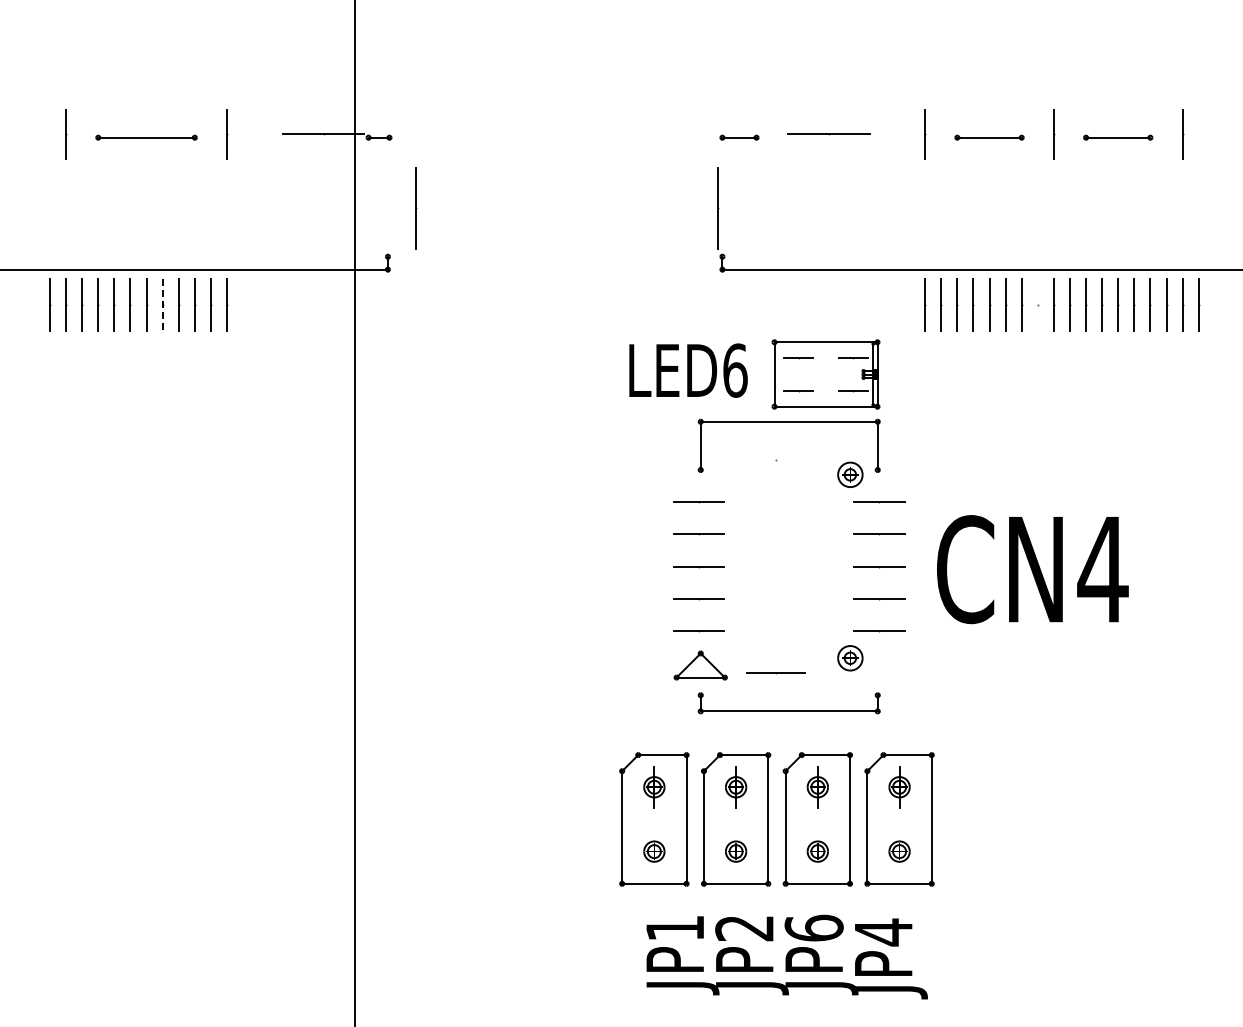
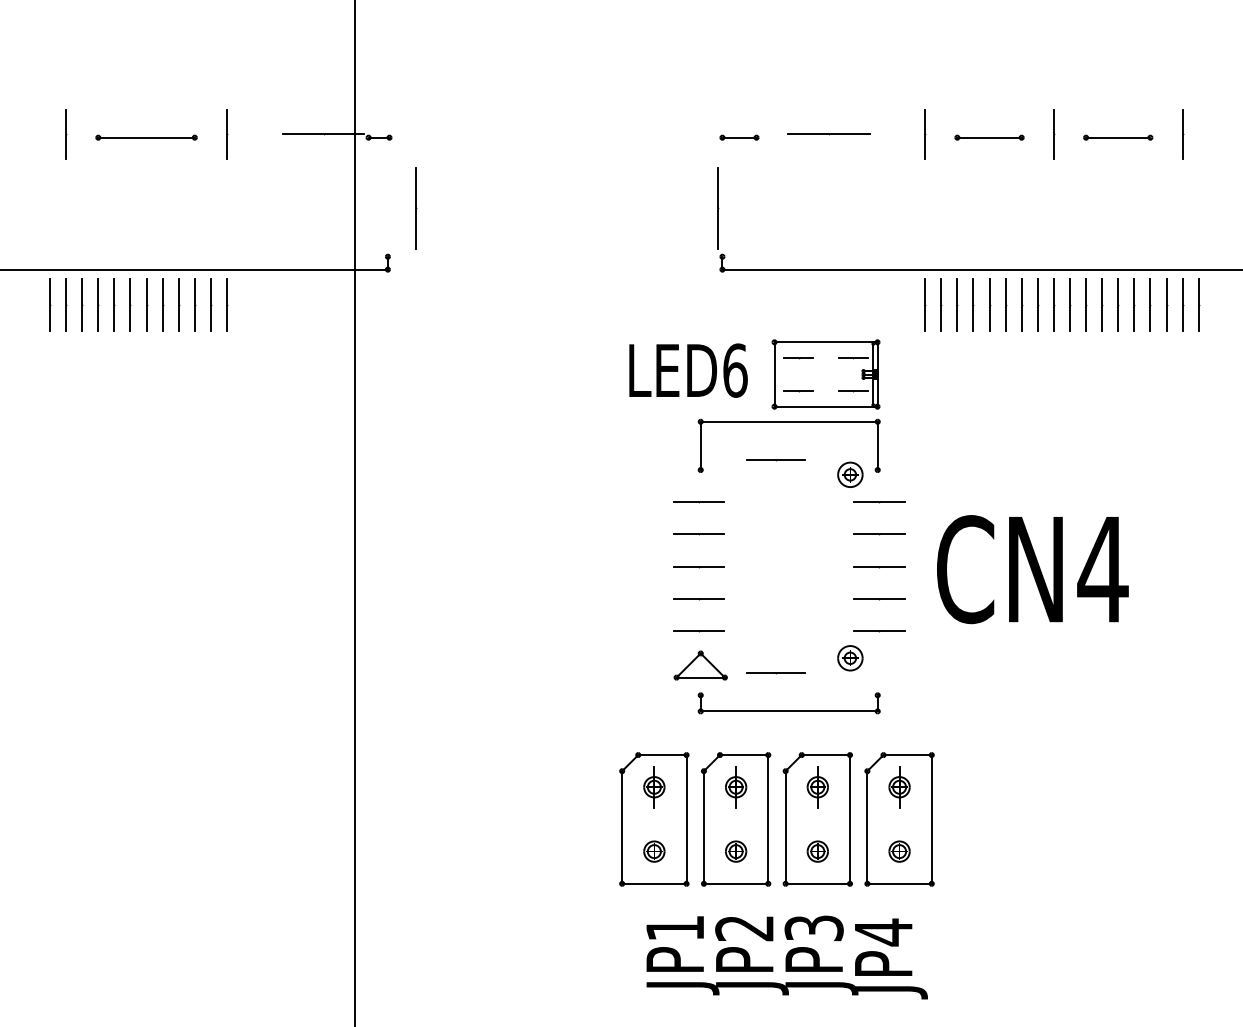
line at (1037, 304): none -> present
line at (162, 305): dashed -> solid
line at (776, 460): none -> present
text at (813, 927): JP6 -> JP3
